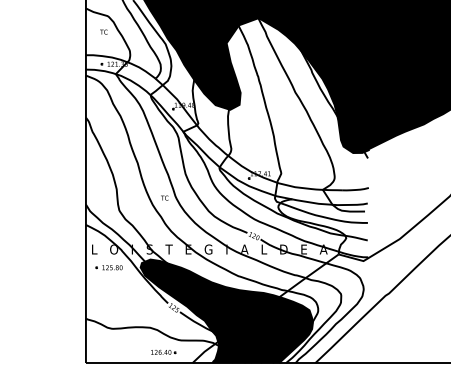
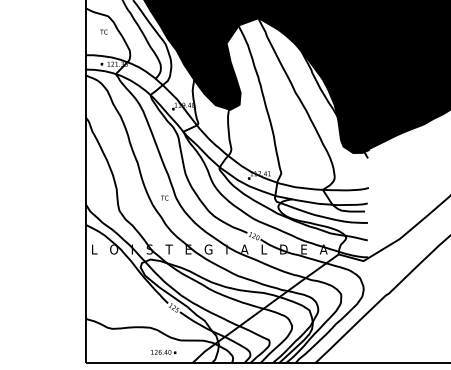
part at (108, 267): present -> none
fill at (226, 311): present -> none
